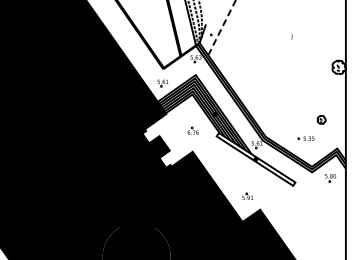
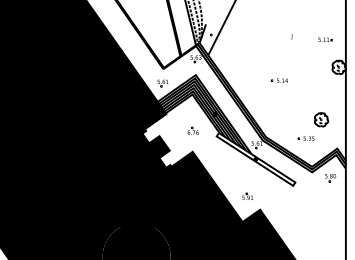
line at (222, 27): dashed -> solid
part at (325, 39): none -> present
part at (278, 80): none -> present
part at (321, 119) size: 11x10 px -> 16x16 px
